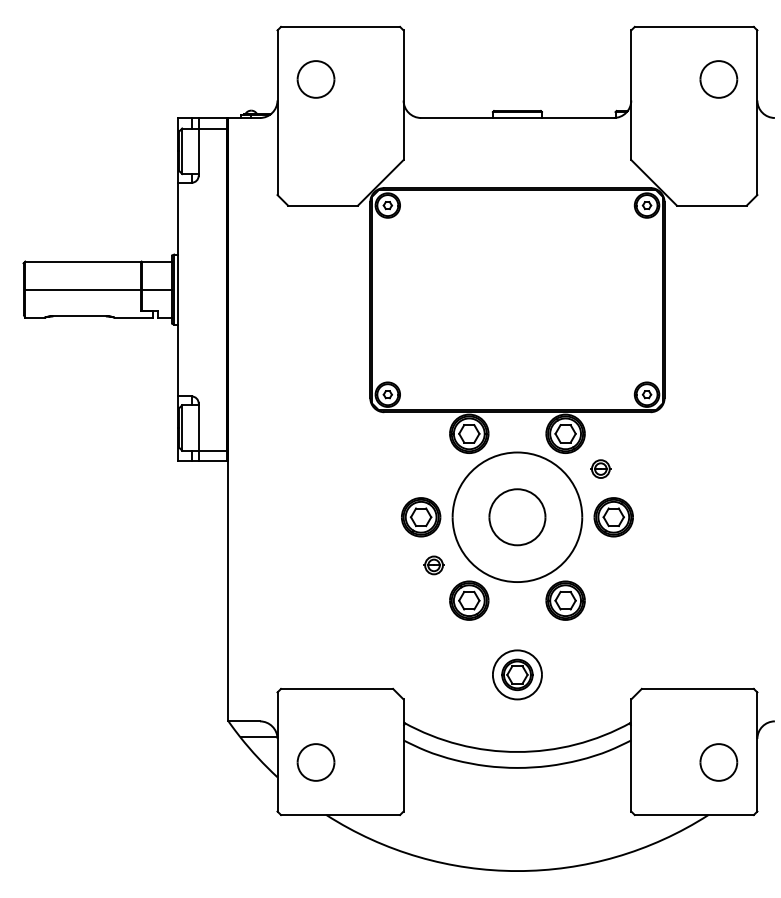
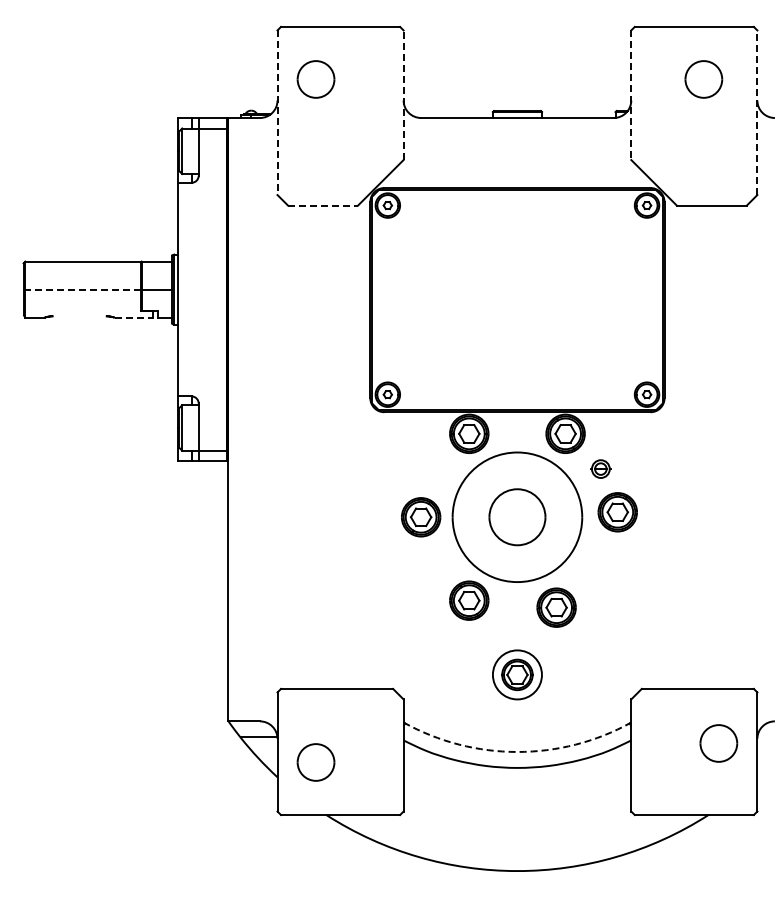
part at (718, 79) position: (718, 79) -> (703, 79)
line at (403, 95): solid -> dashed
line at (631, 95): solid -> dashed
line at (757, 112): solid -> dashed
line at (277, 113): solid -> dashed
line at (323, 205): solid -> dashed
line at (83, 289): solid -> dashed
line at (79, 316): present -> none
line at (134, 317): solid -> dashed
part at (613, 517) position: (613, 517) -> (617, 512)
part at (433, 565): present -> none
part at (565, 600) position: (565, 600) -> (556, 607)
arc at (517, 751): solid -> dashed
part at (718, 762) position: (718, 762) -> (718, 743)
